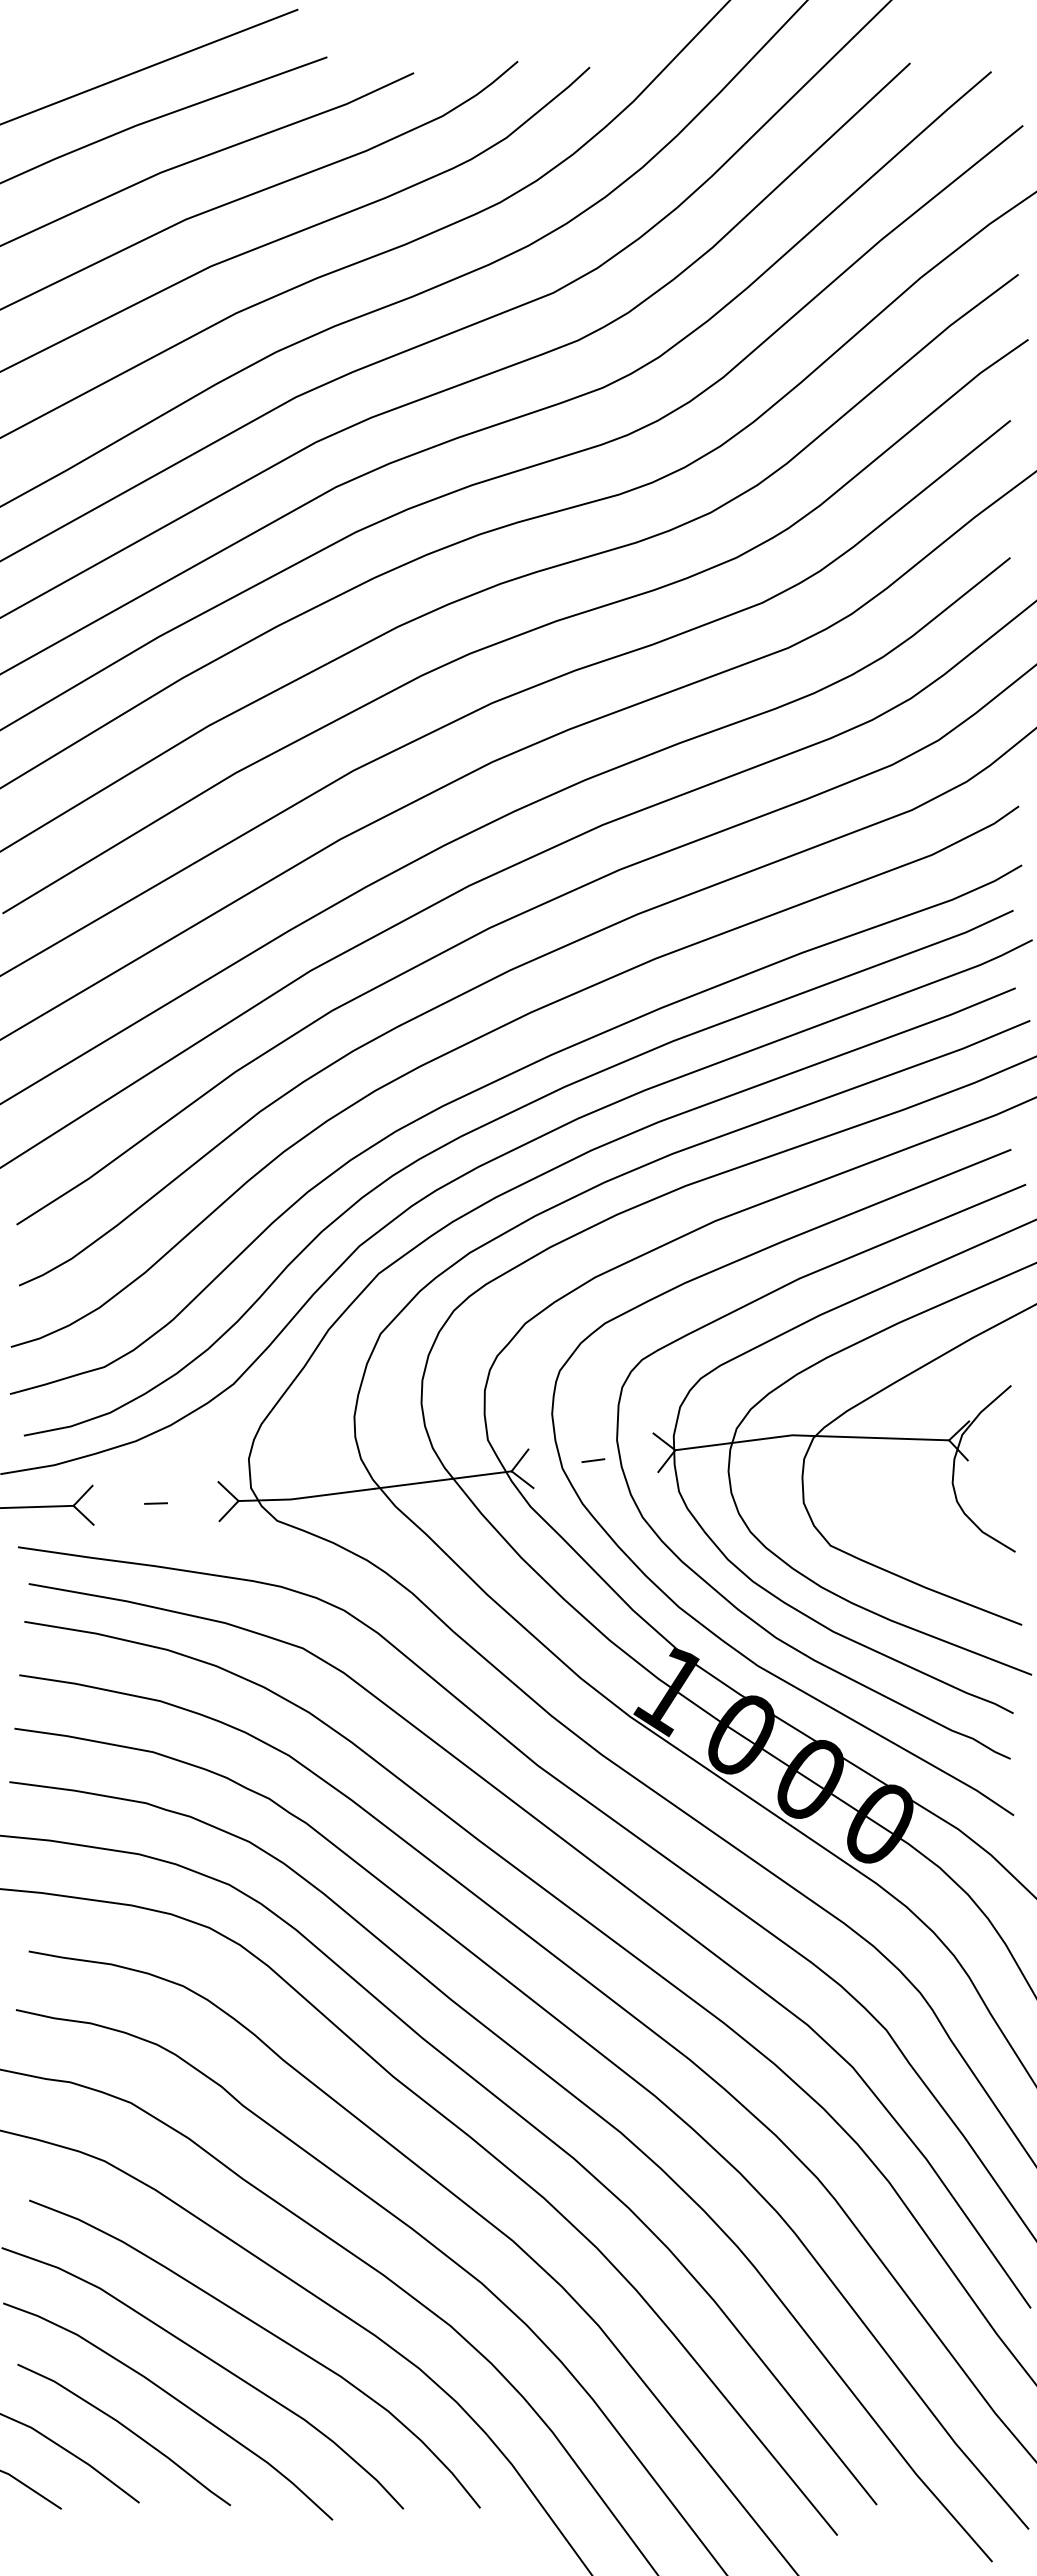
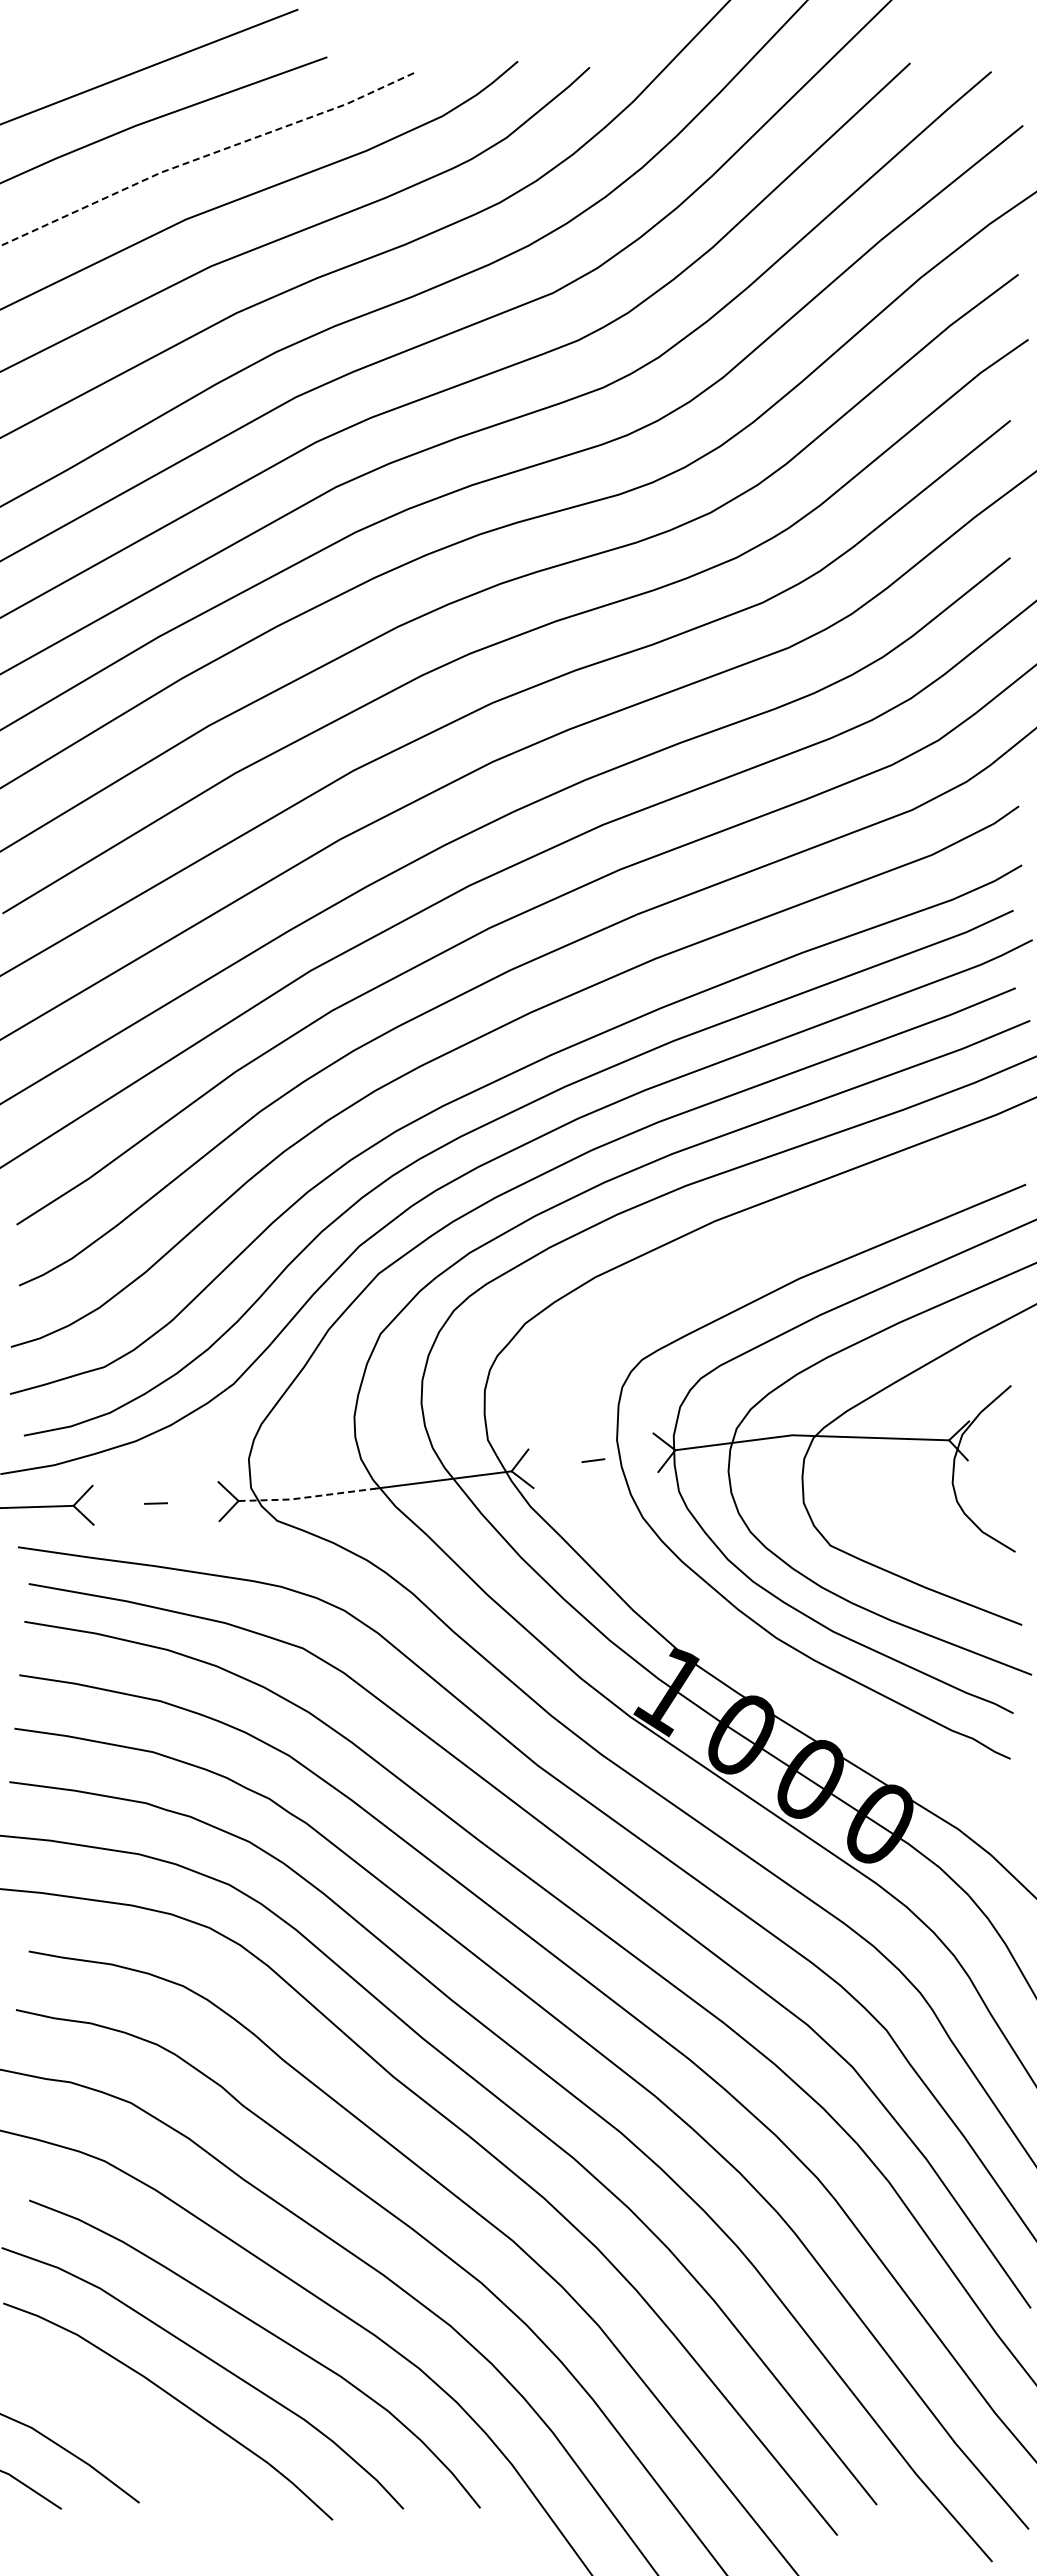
line at (205, 156): solid -> dashed
line at (306, 1497): solid -> dashed
curve at (668, 1595): present -> none
curve at (125, 2428): present -> none
